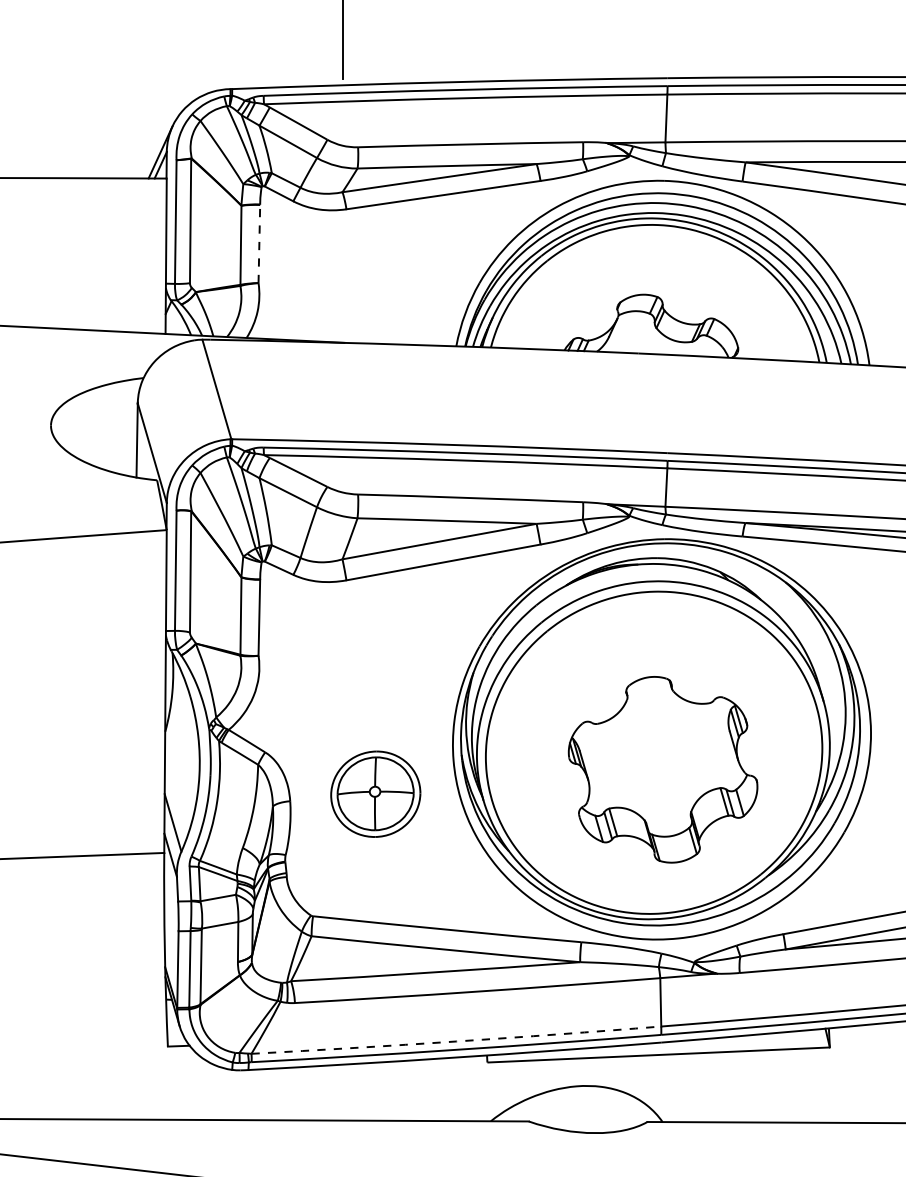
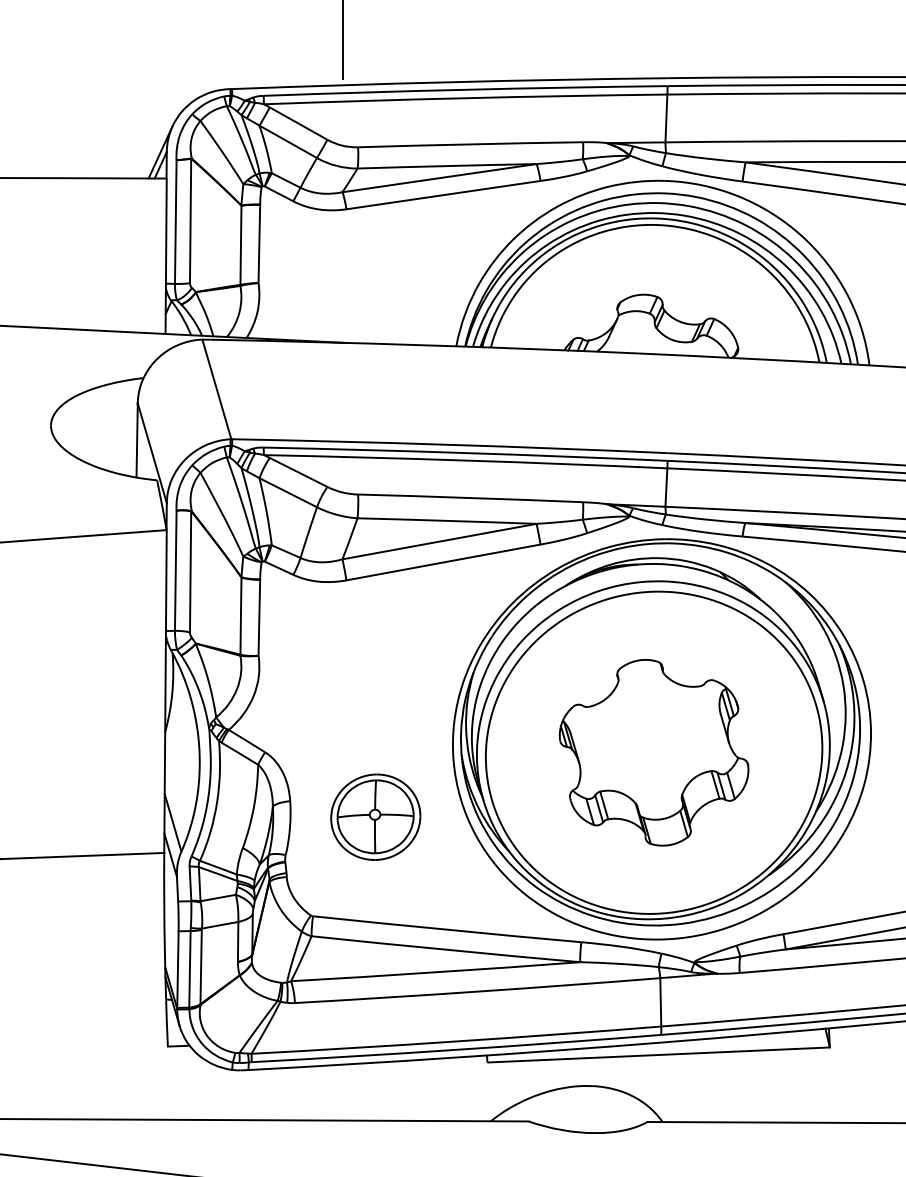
line at (259, 243): dashed -> solid
part at (662, 769) position: (662, 769) -> (653, 752)
part at (375, 793) position: (375, 793) -> (375, 816)
arc at (456, 1041): dashed -> solid
